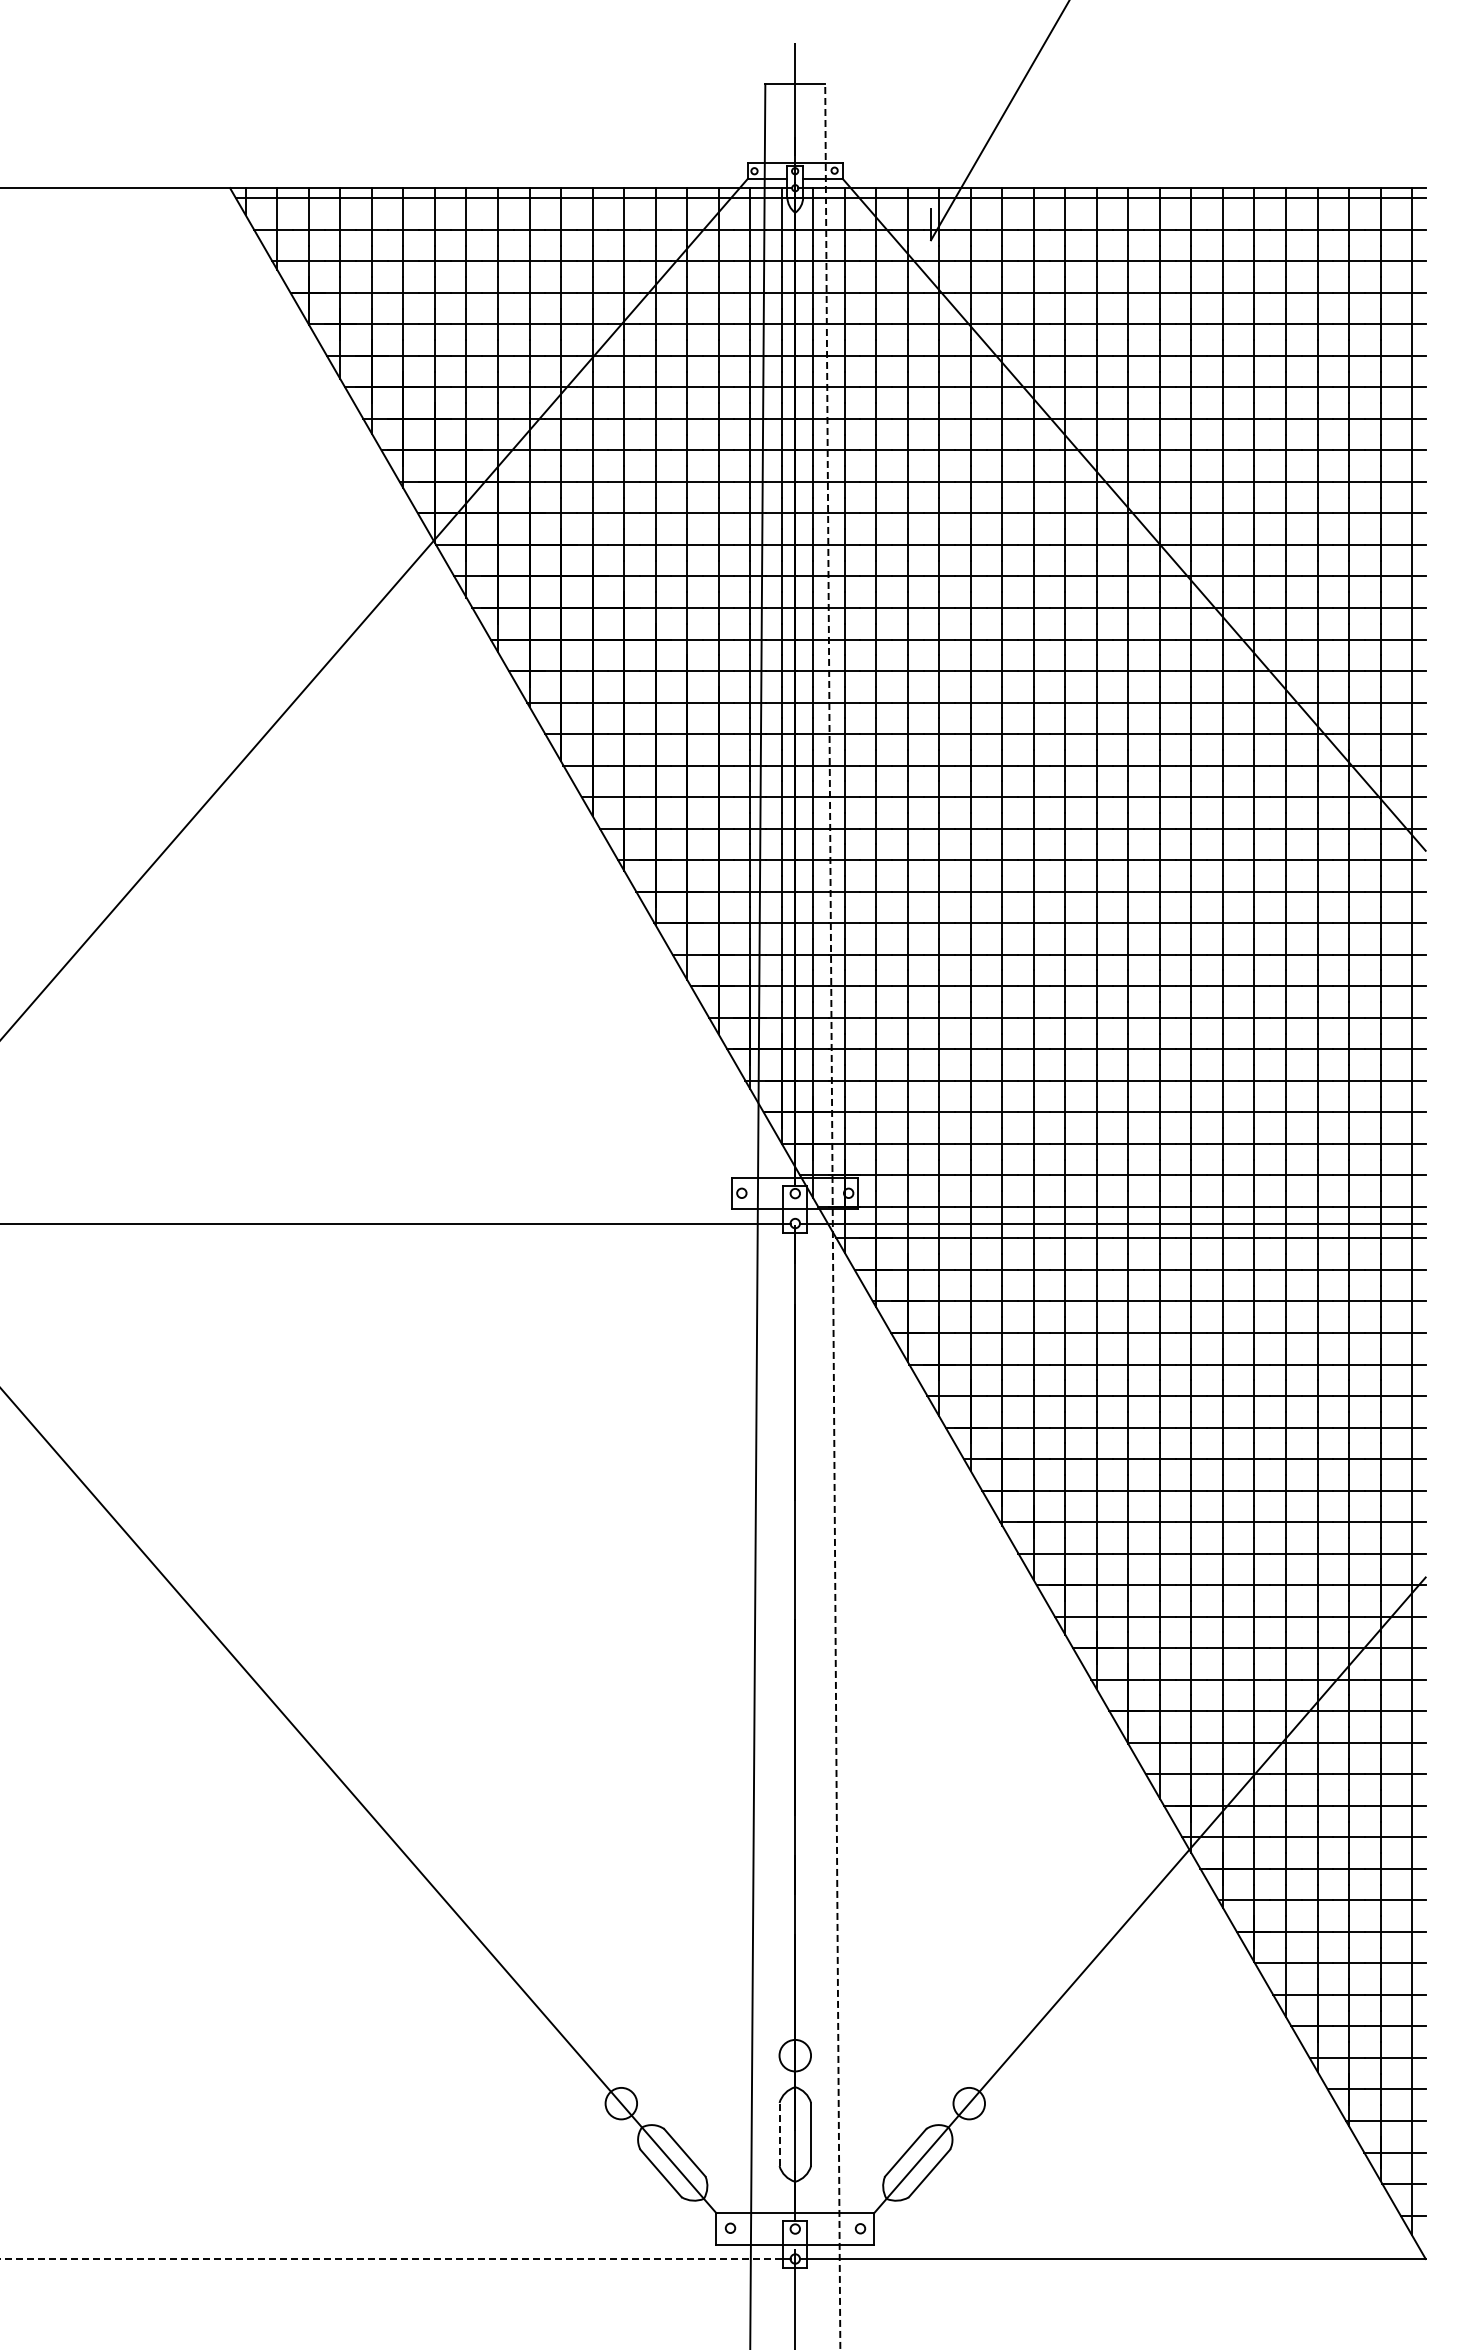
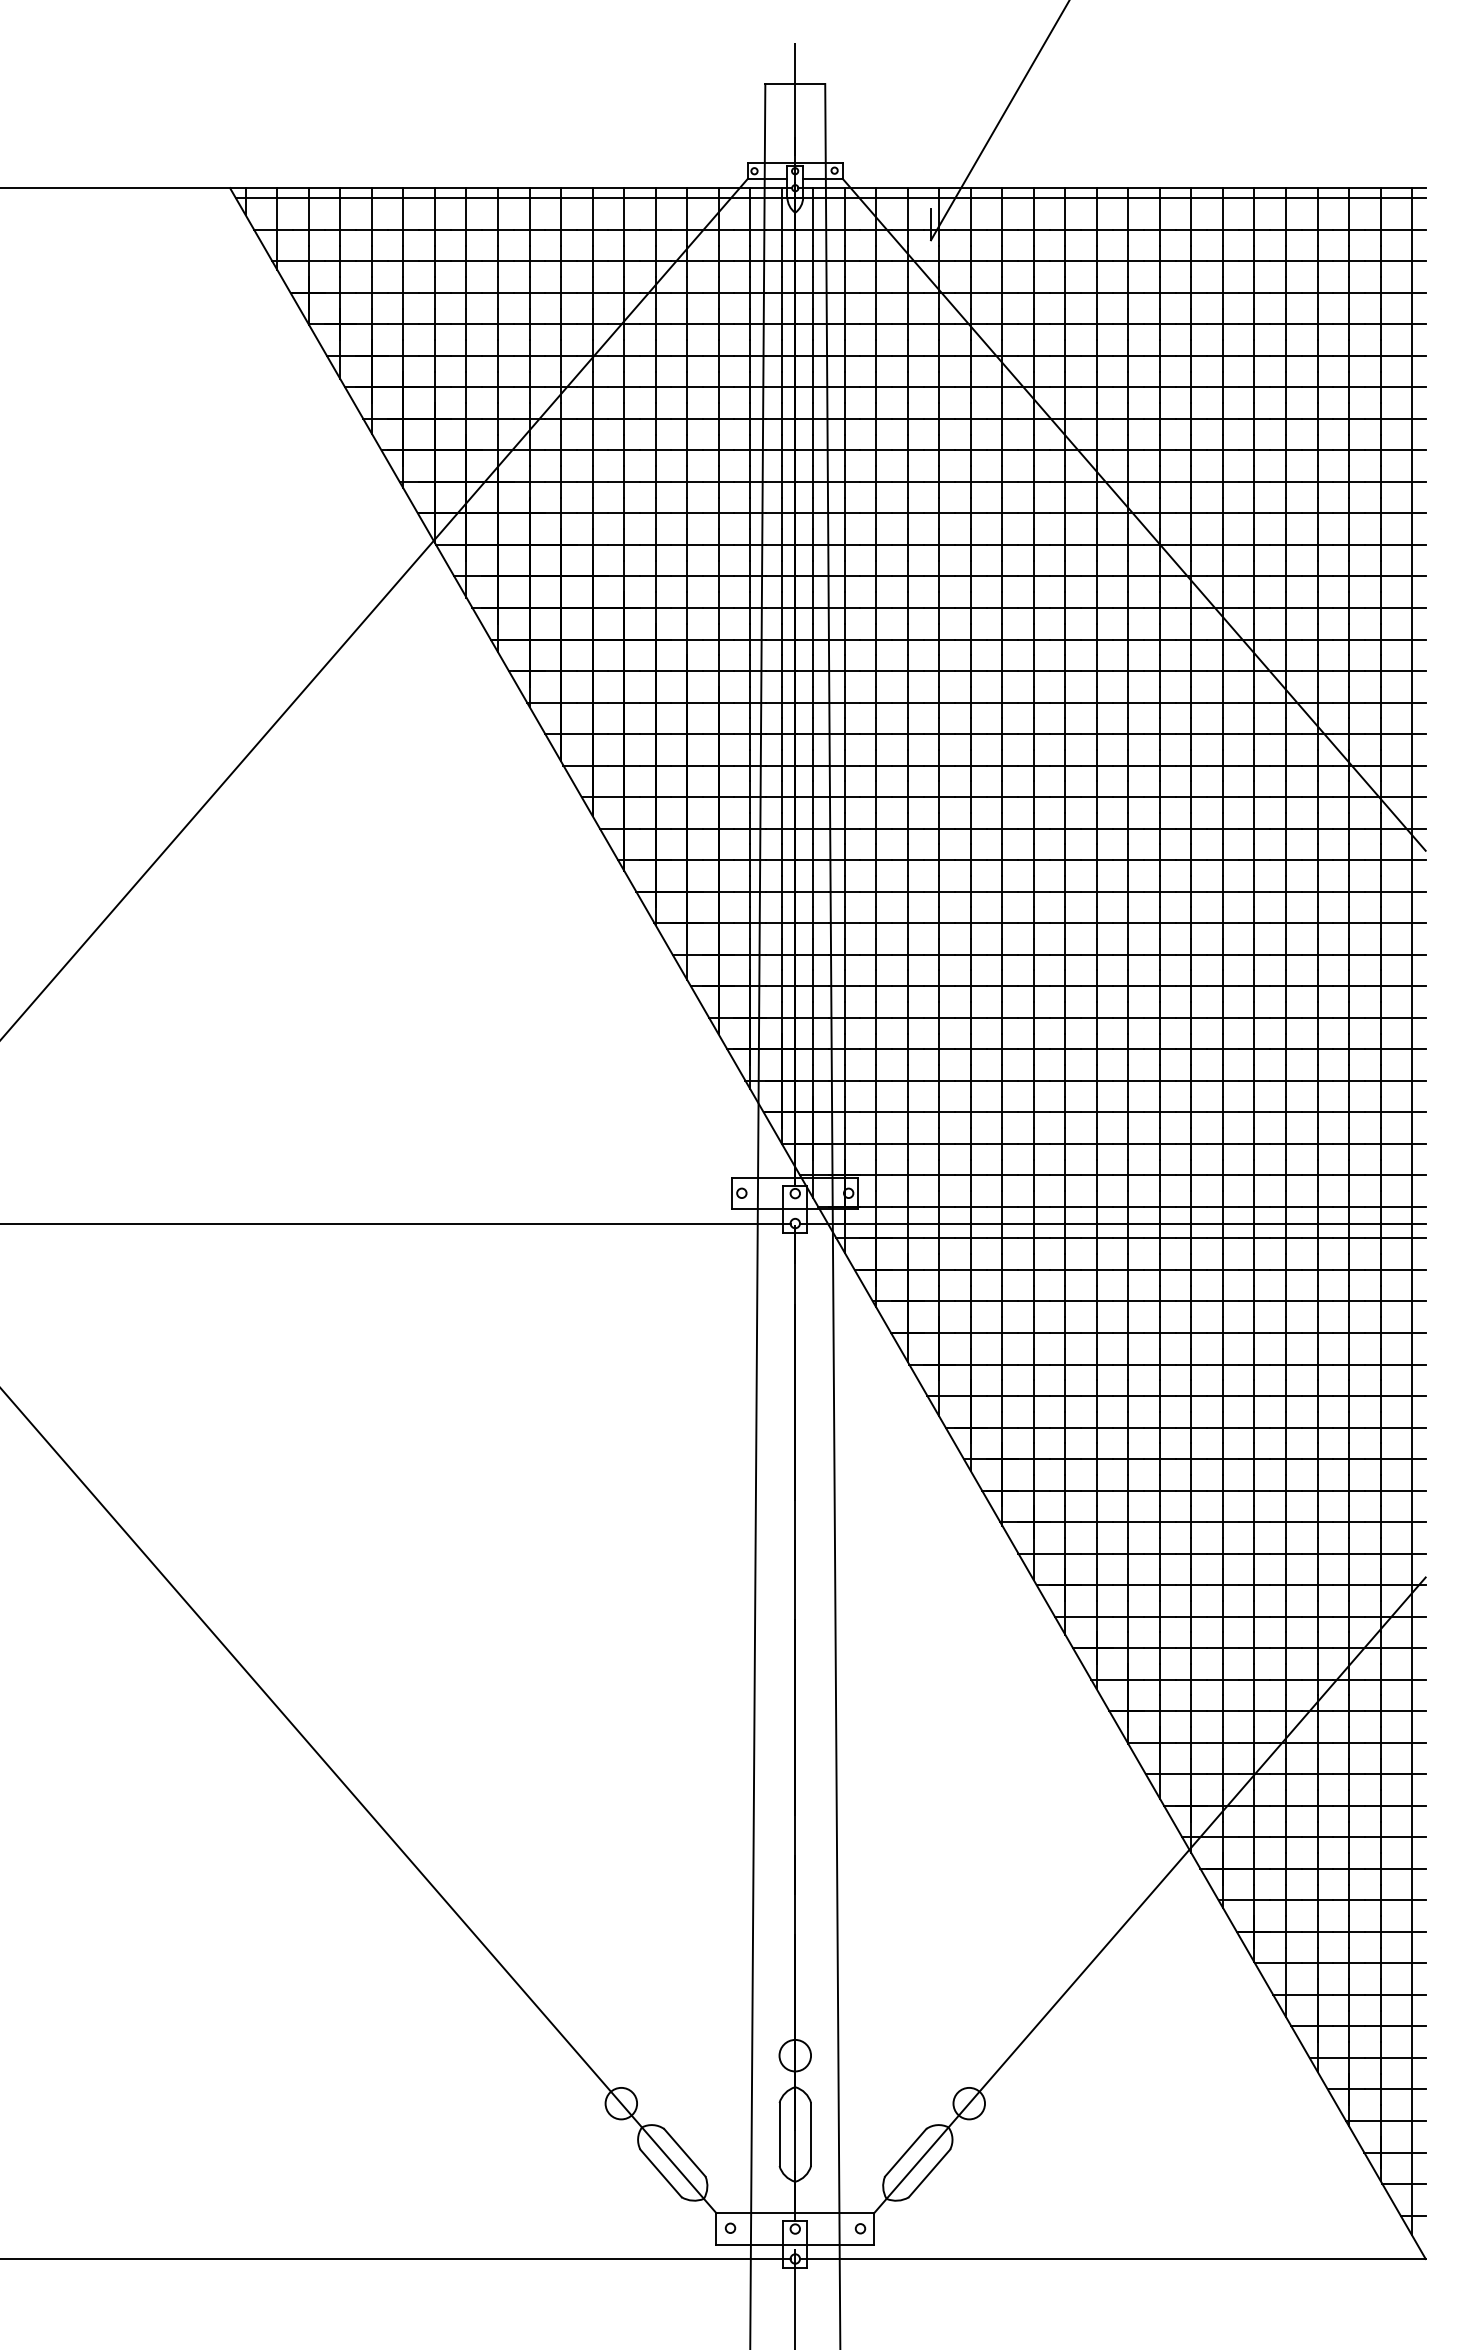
line at (832, 1217): dashed -> solid
line at (779, 2134): dashed -> solid
line at (392, 2259): dashed -> solid
